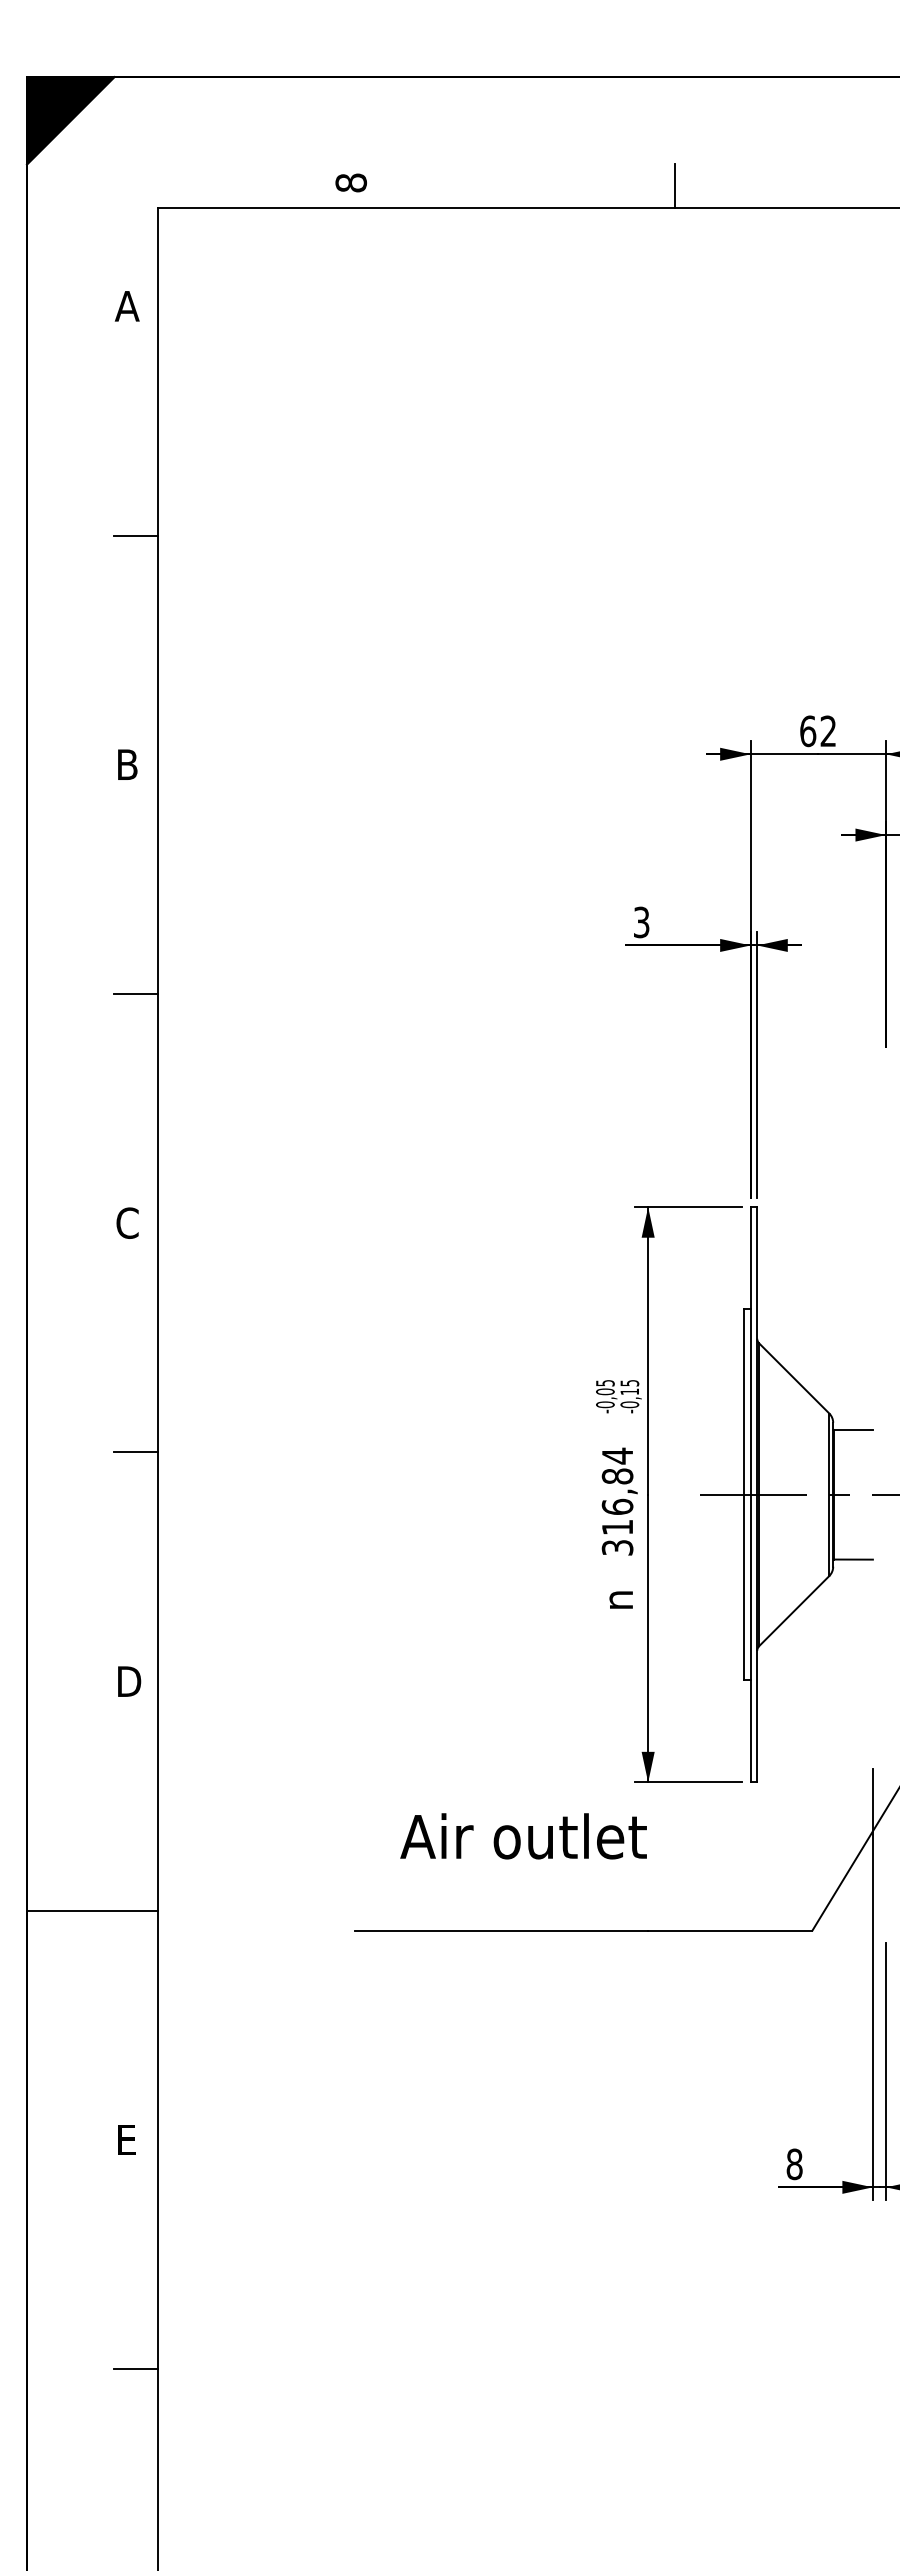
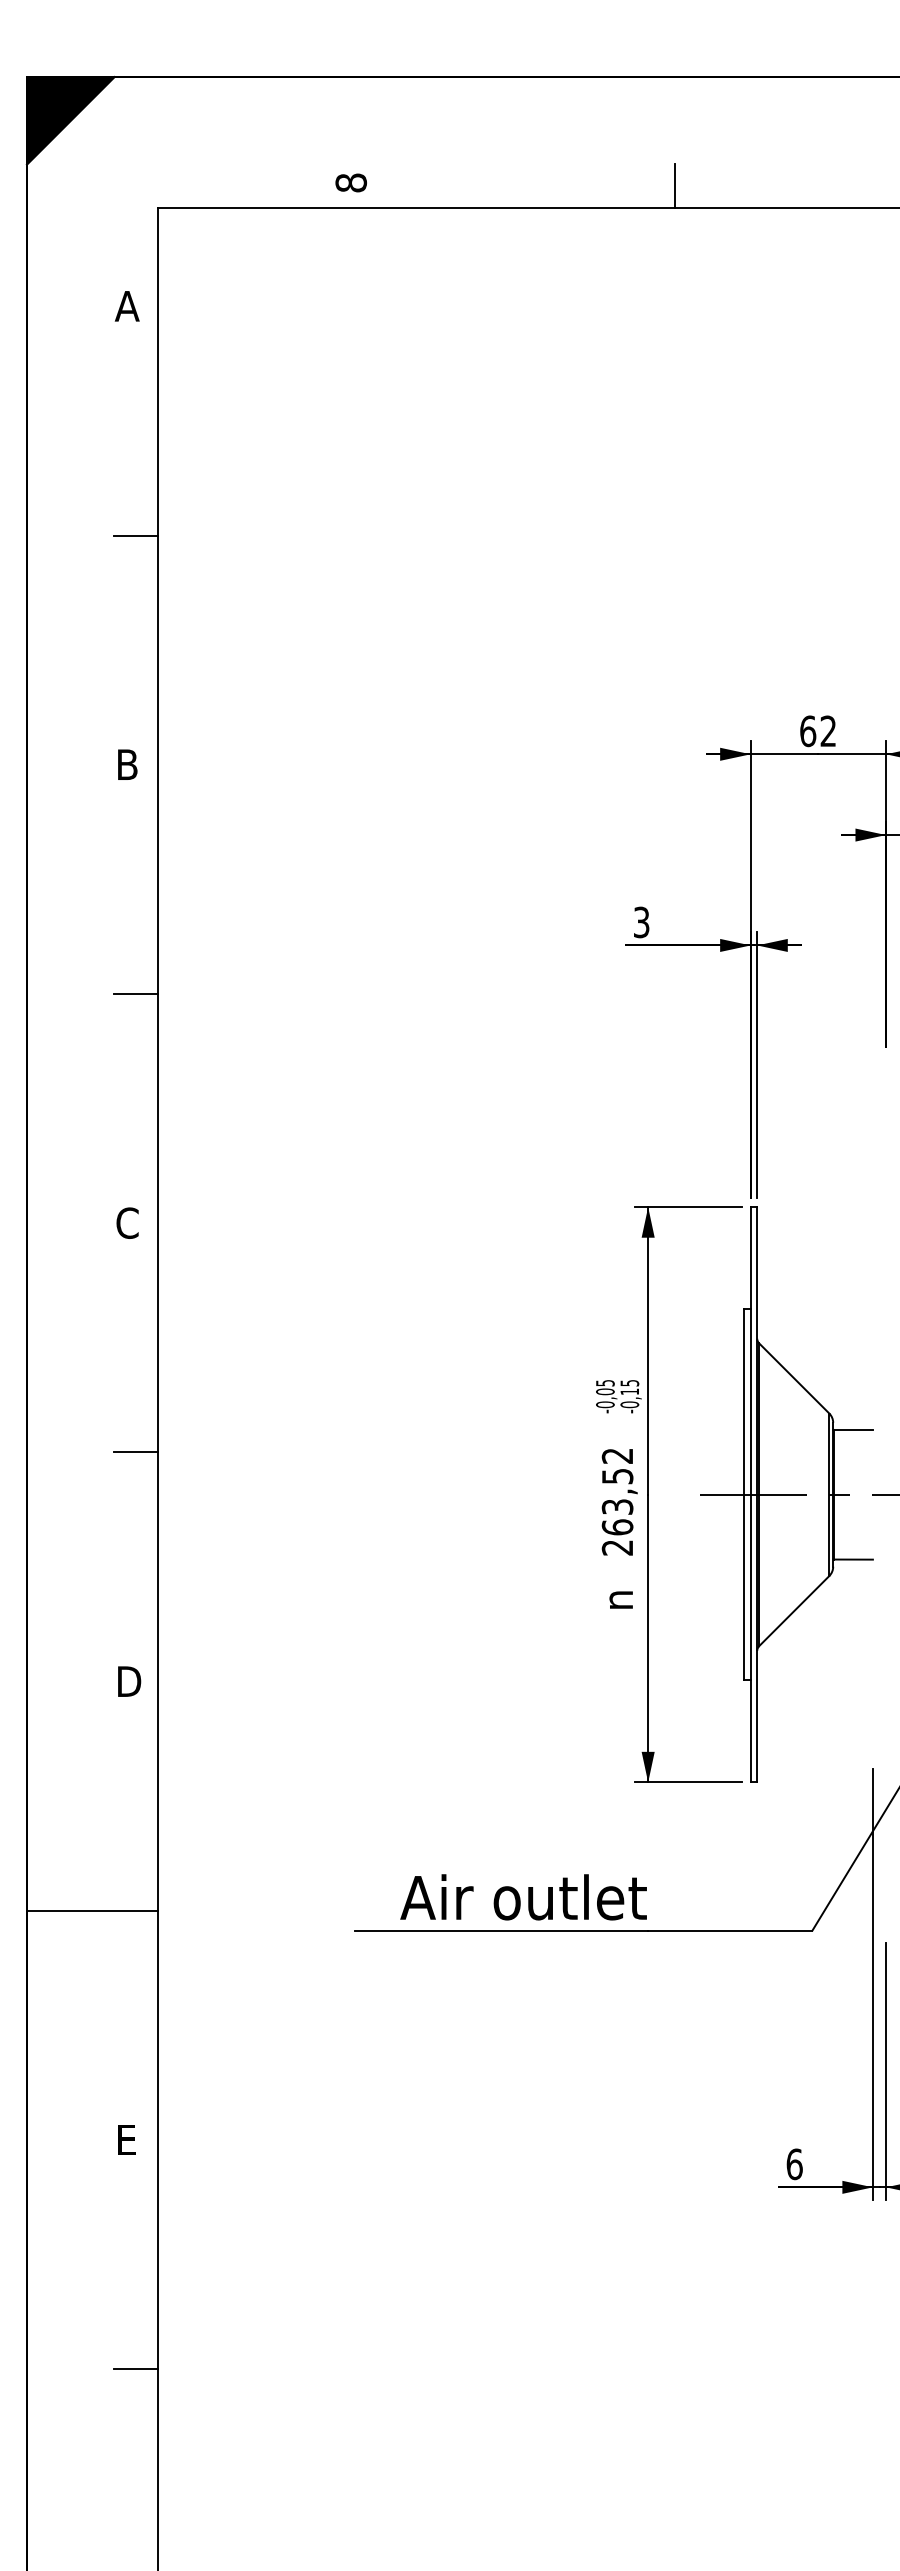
text at (617, 1501): 316,84 -> 263,52
text at (523, 1836) position: (523, 1836) -> (523, 1897)
text at (794, 2164): 8 -> 6
